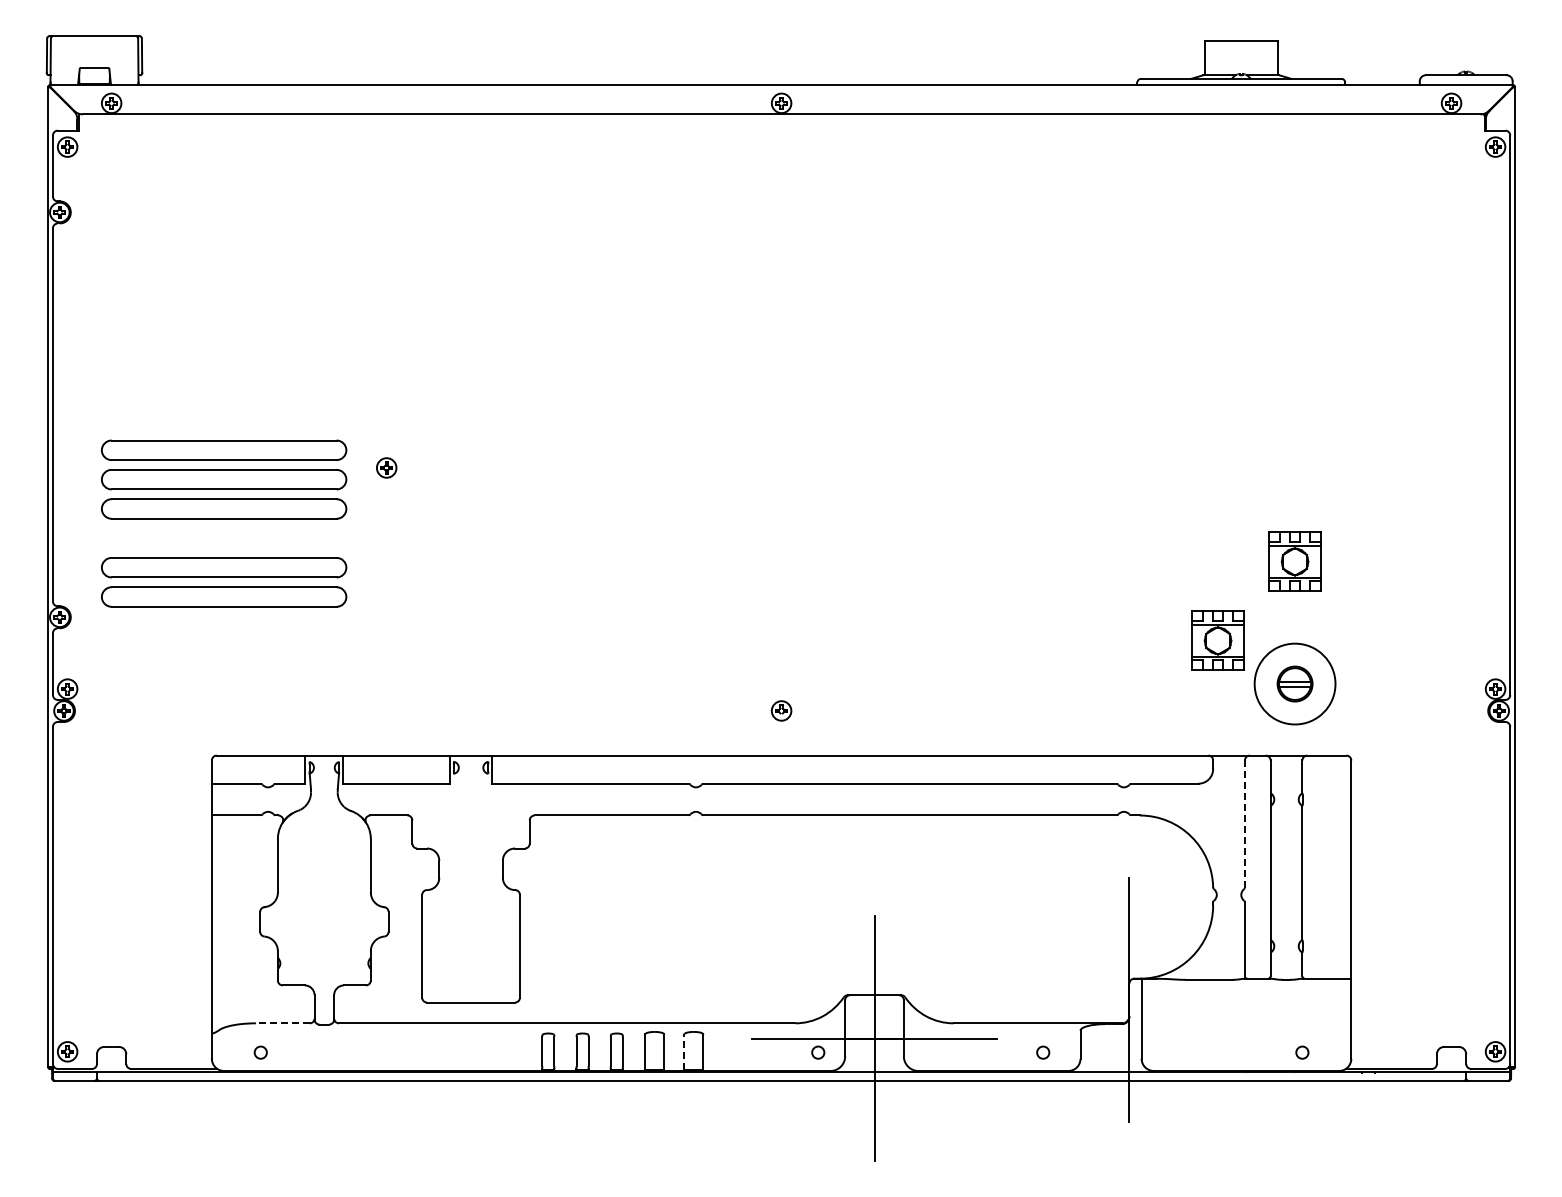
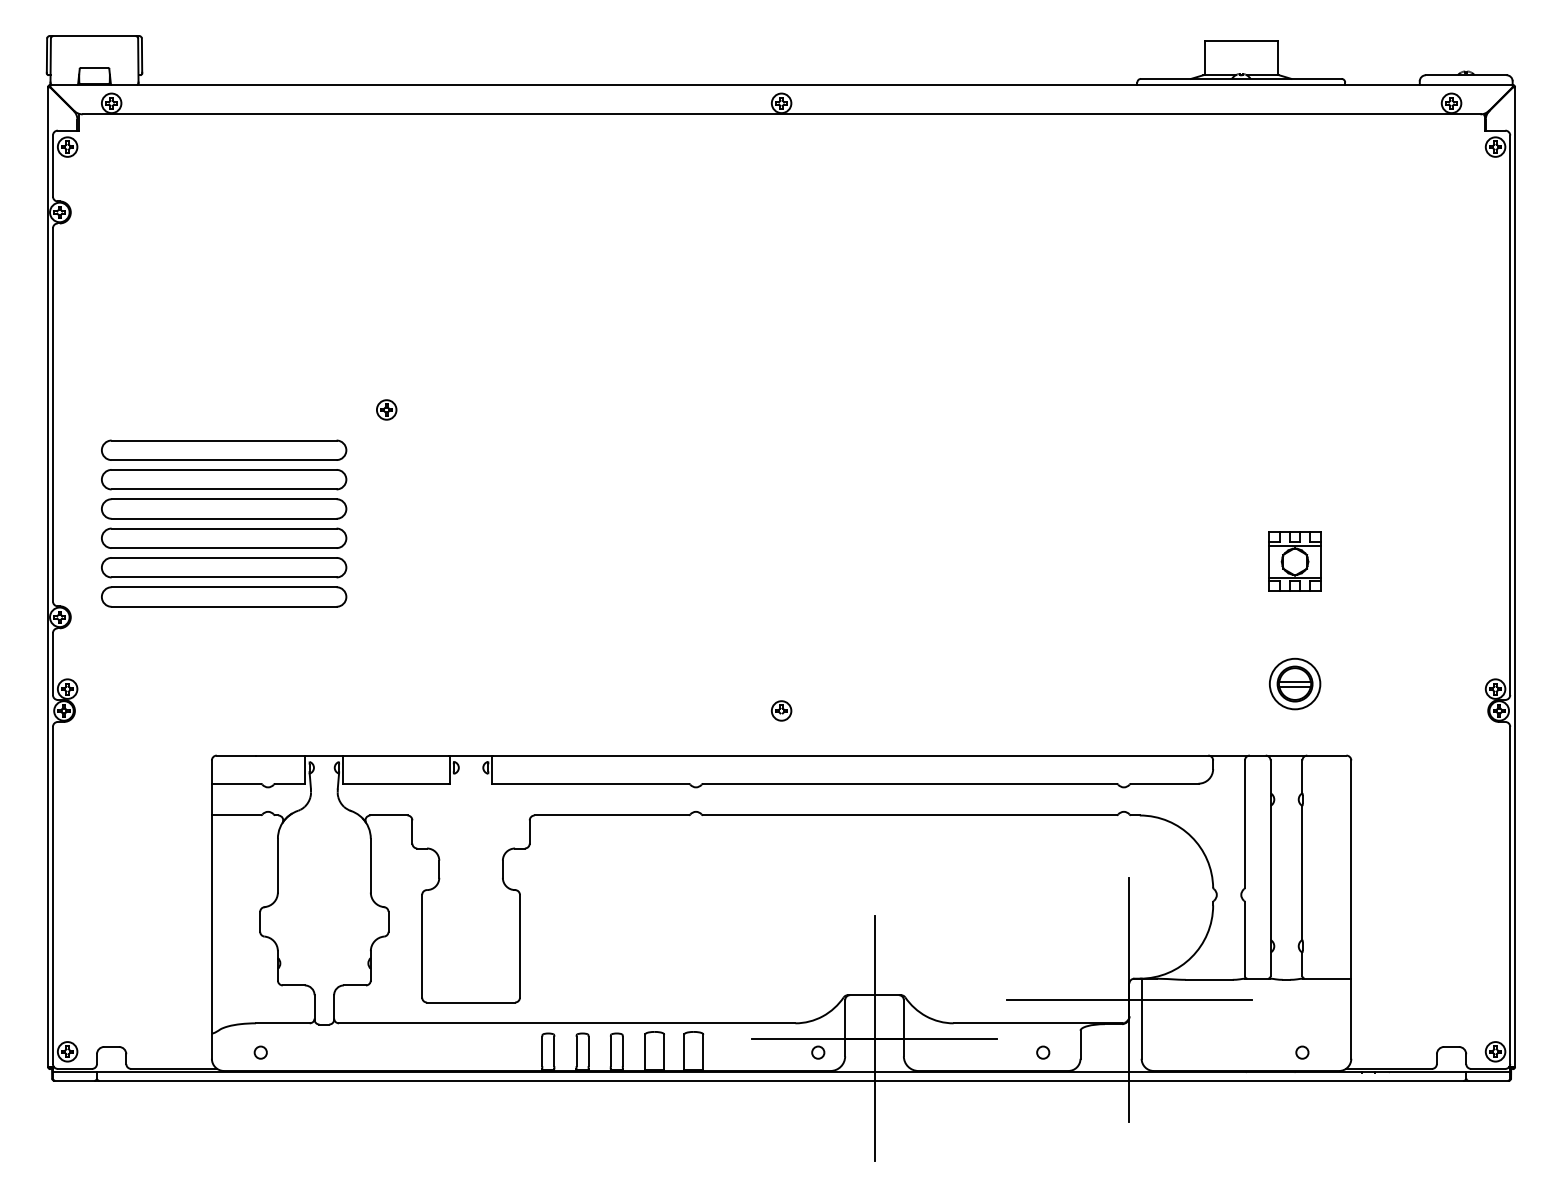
part at (386, 467) position: (386, 467) -> (386, 409)
part at (224, 537): none -> present
part at (1217, 640): present -> none
circle at (1294, 683) diameter: 81 px -> 51 px
line at (1244, 824): dashed -> solid
line at (1129, 1000): none -> present
line at (282, 1023): dashed -> solid
line at (684, 1052): dashed -> solid
